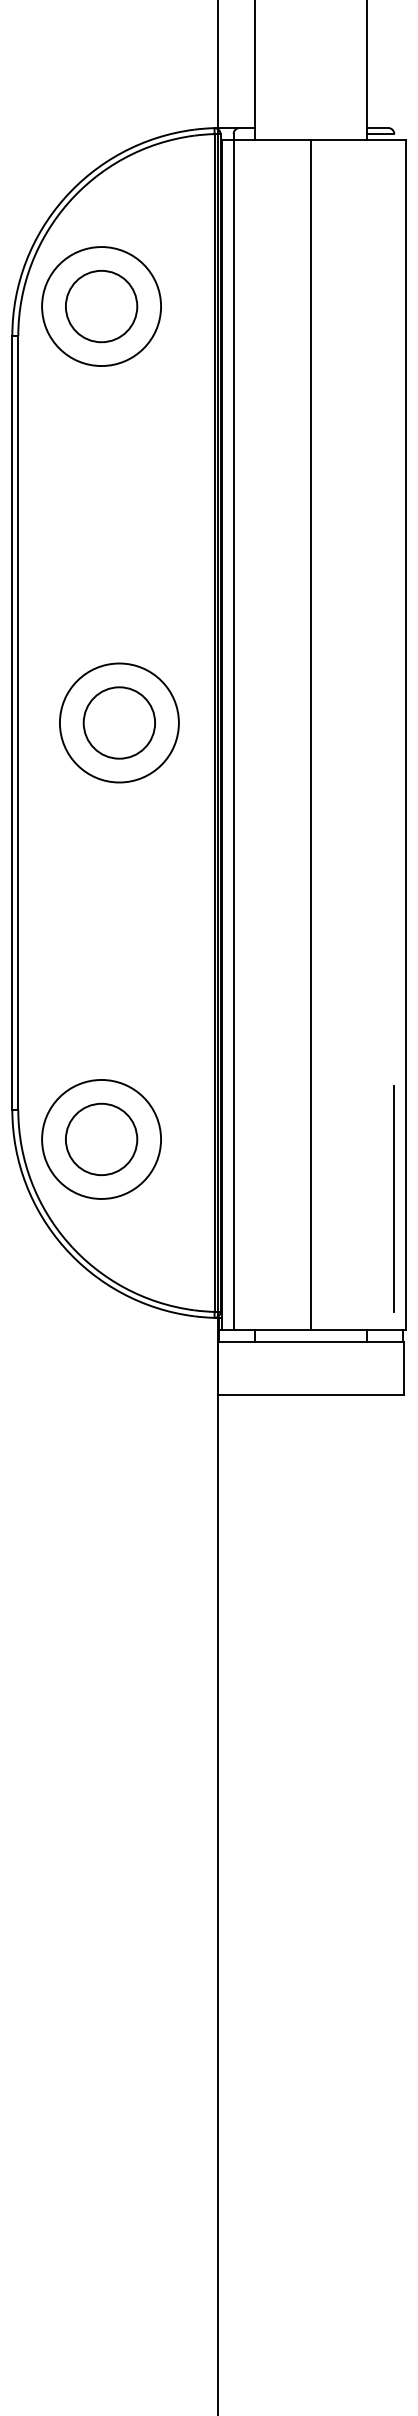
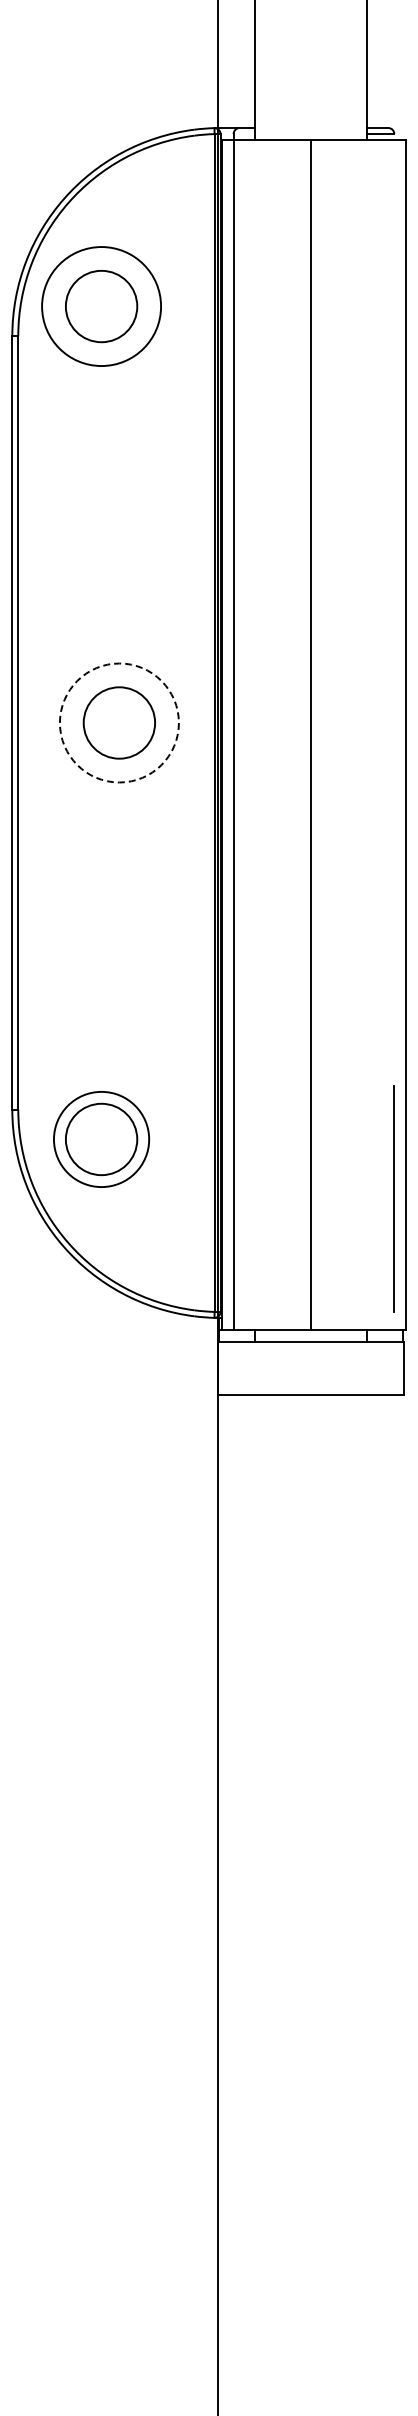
circle at (118, 722): solid -> dashed
circle at (101, 1138) diameter: 119 px -> 95 px
